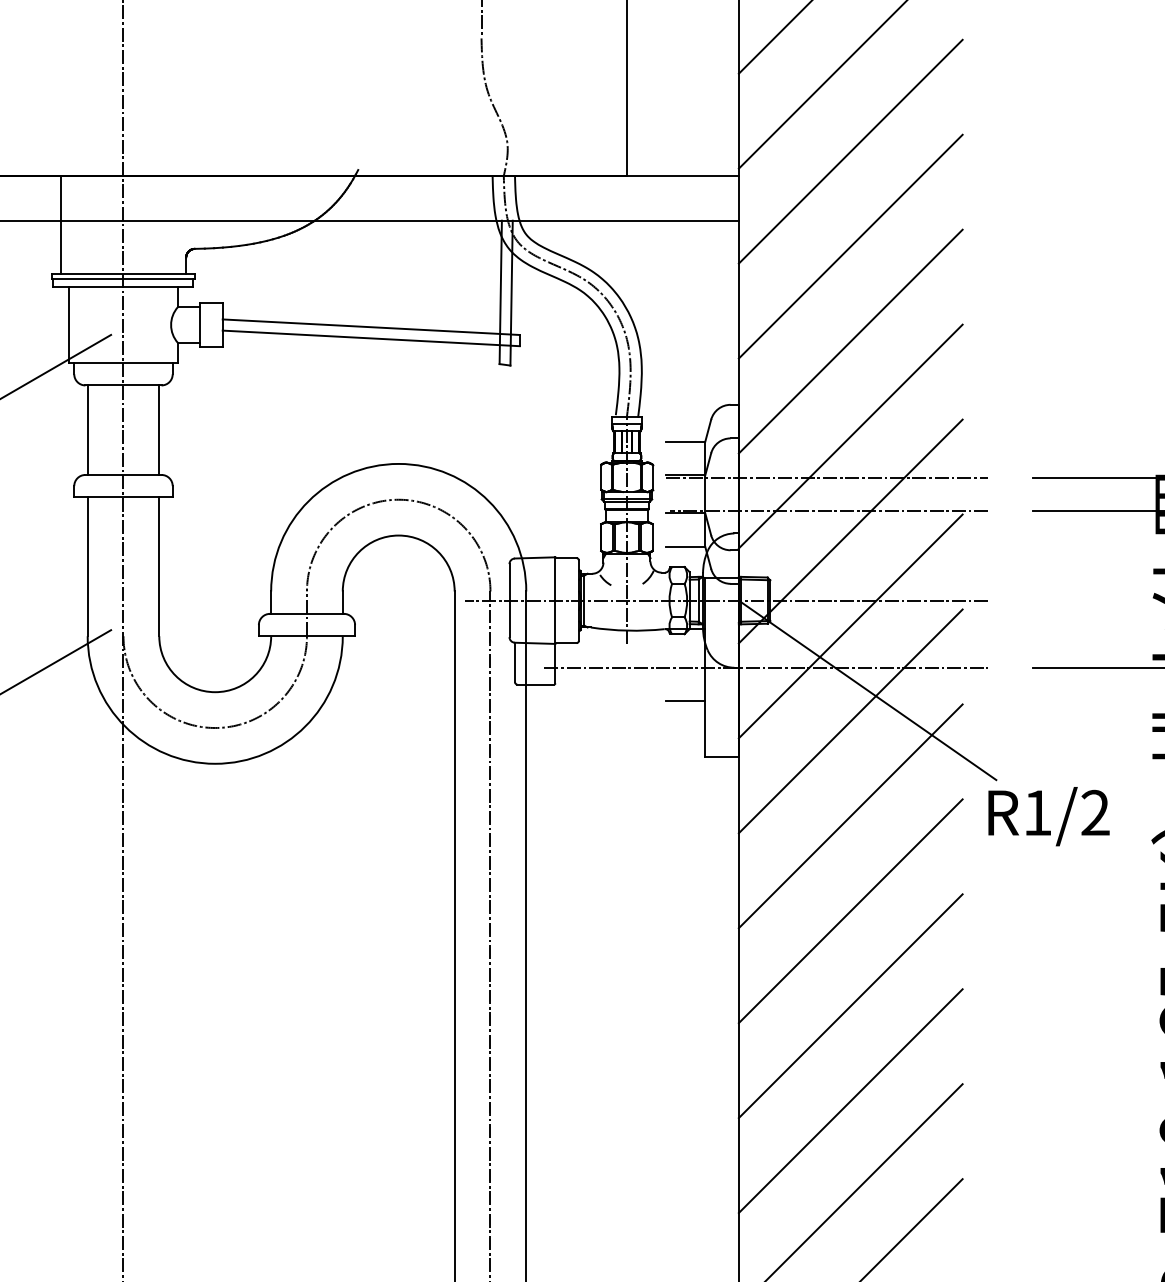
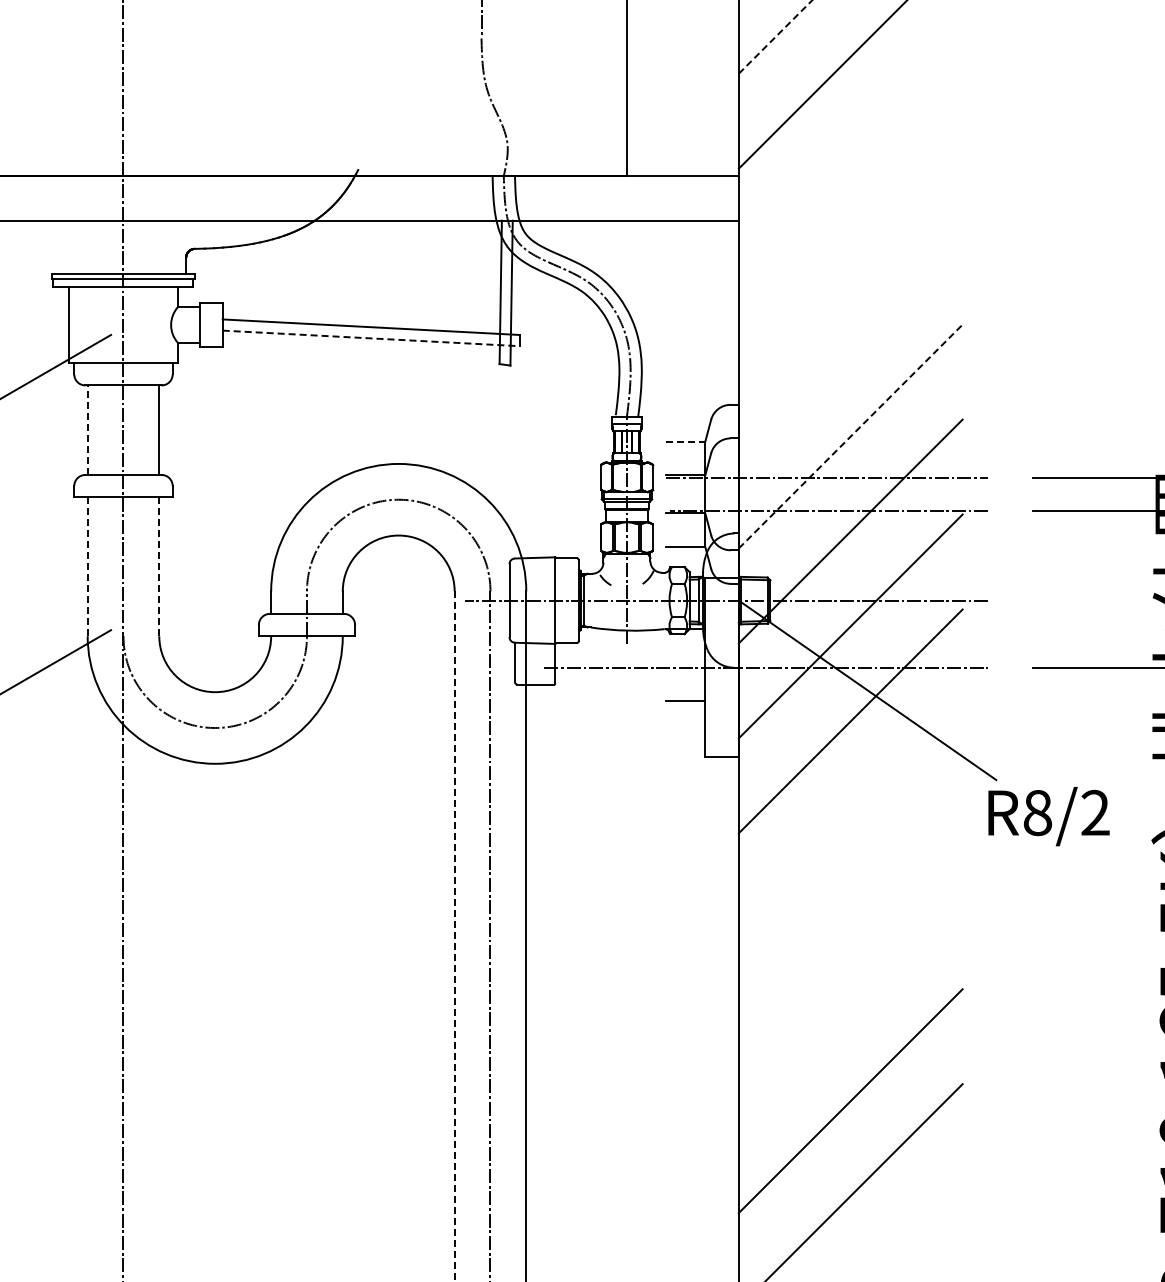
line at (775, 37): solid -> dashed
line at (850, 151): present -> none
line at (60, 224): present -> none
line at (850, 246): present -> none
line at (371, 338): solid -> dashed
line at (850, 341): present -> none
line at (87, 430): solid -> dashed
line at (851, 436): solid -> dashed
line at (686, 441): solid -> dashed
line at (87, 566): solid -> dashed
line at (159, 566): solid -> dashed
text at (1037, 813): R1/2 -> R8/2
line at (850, 816): present -> none
line at (850, 911): present -> none
line at (454, 936): solid -> dashed
line at (850, 1006): present -> none
line at (912, 1228): present -> none
